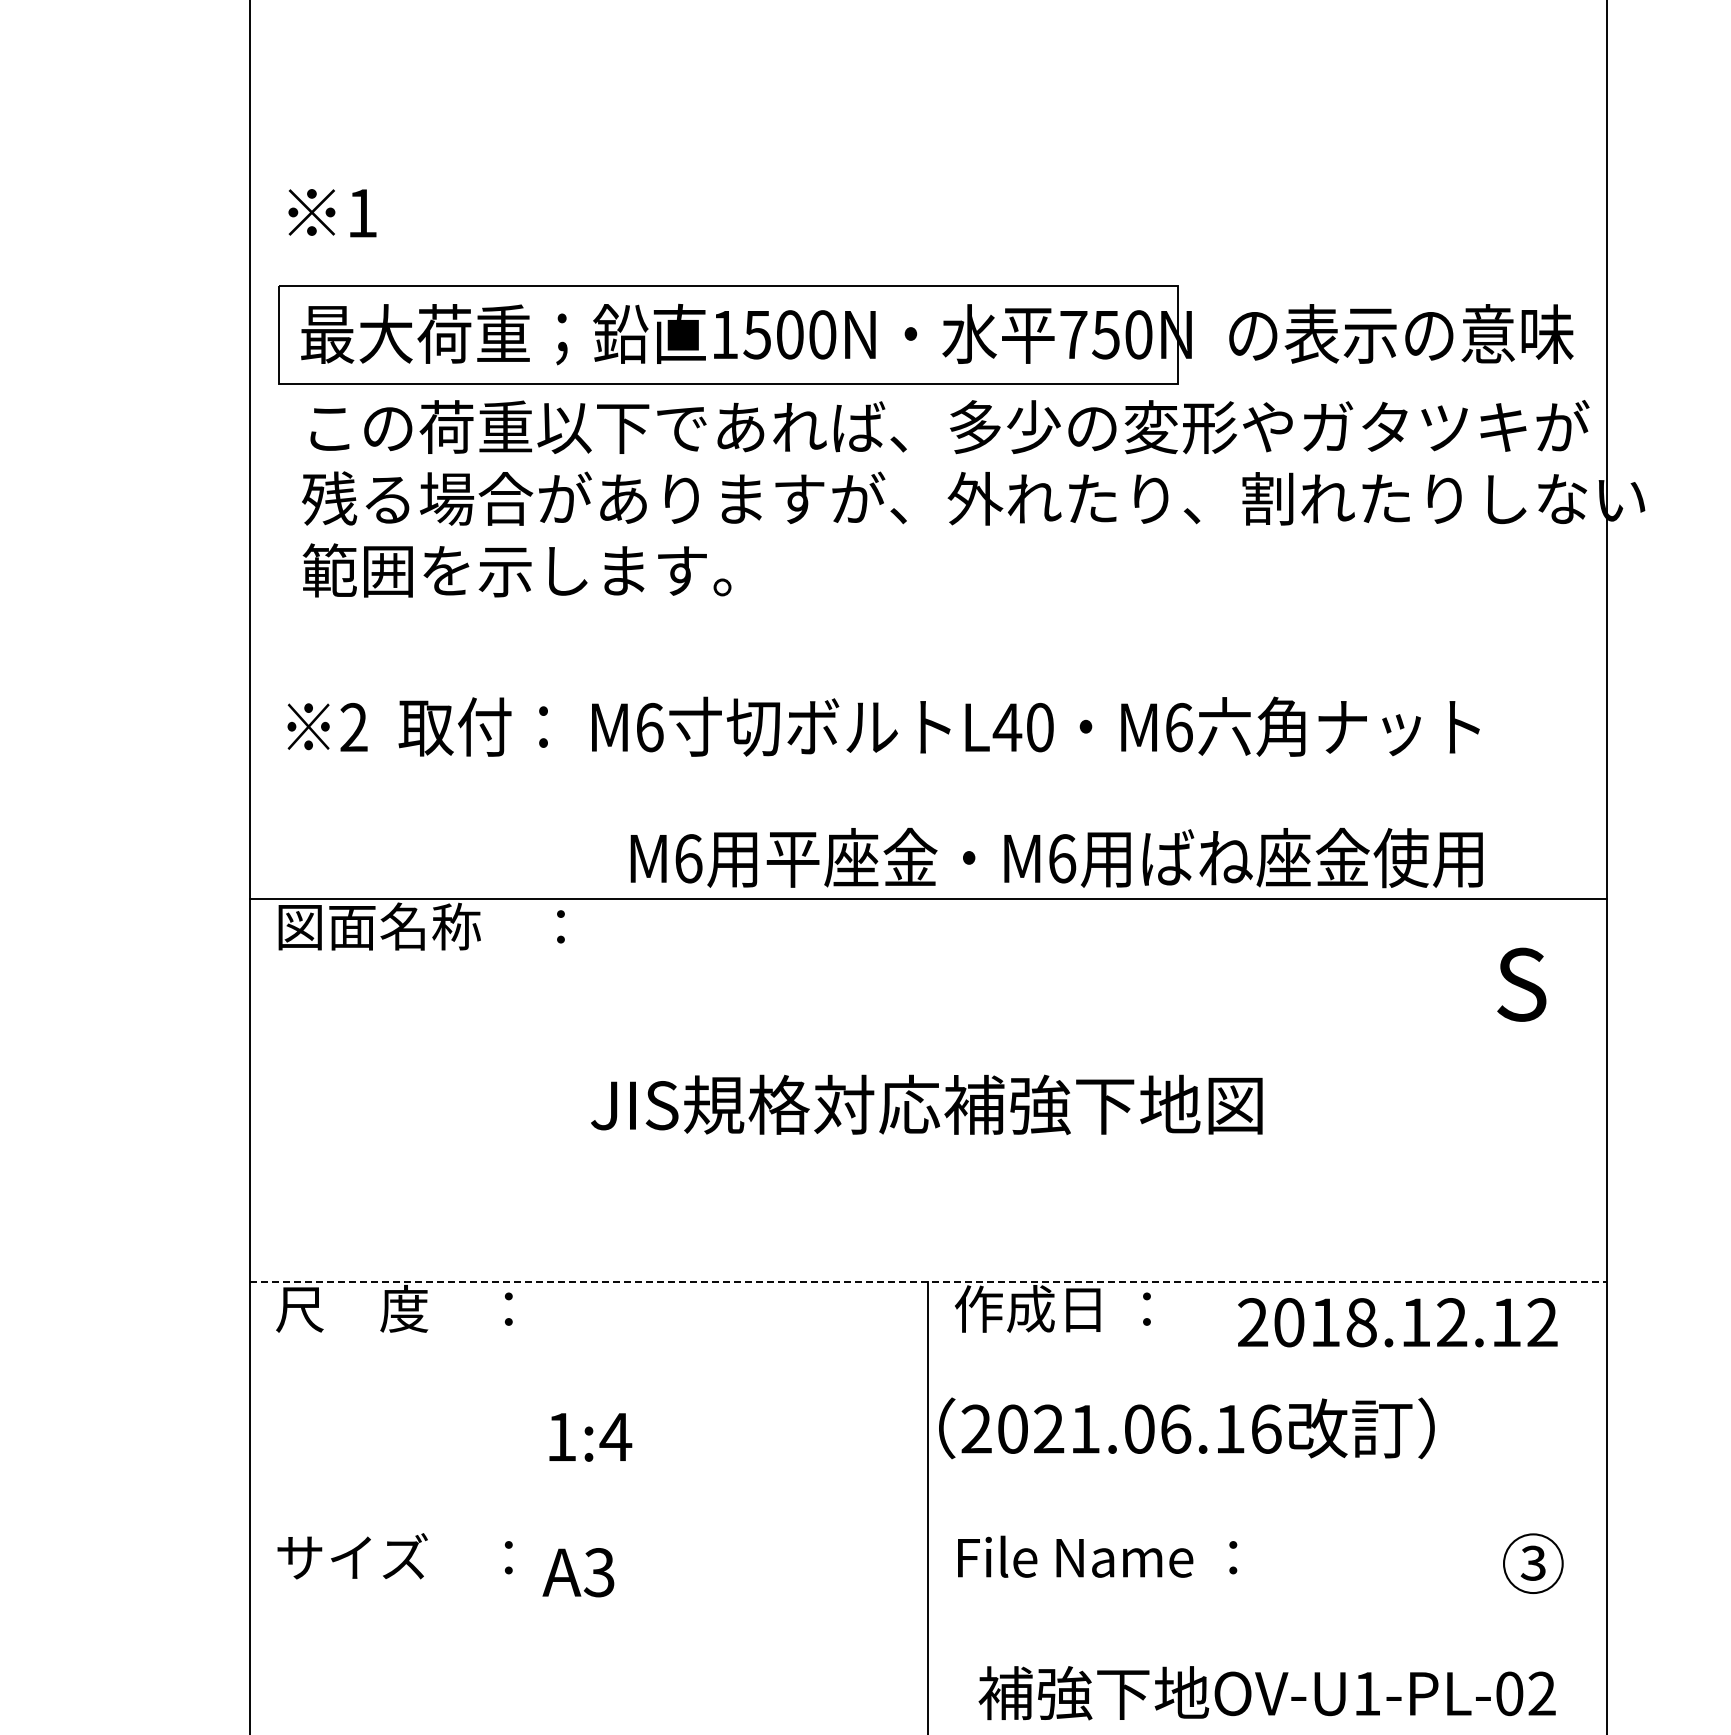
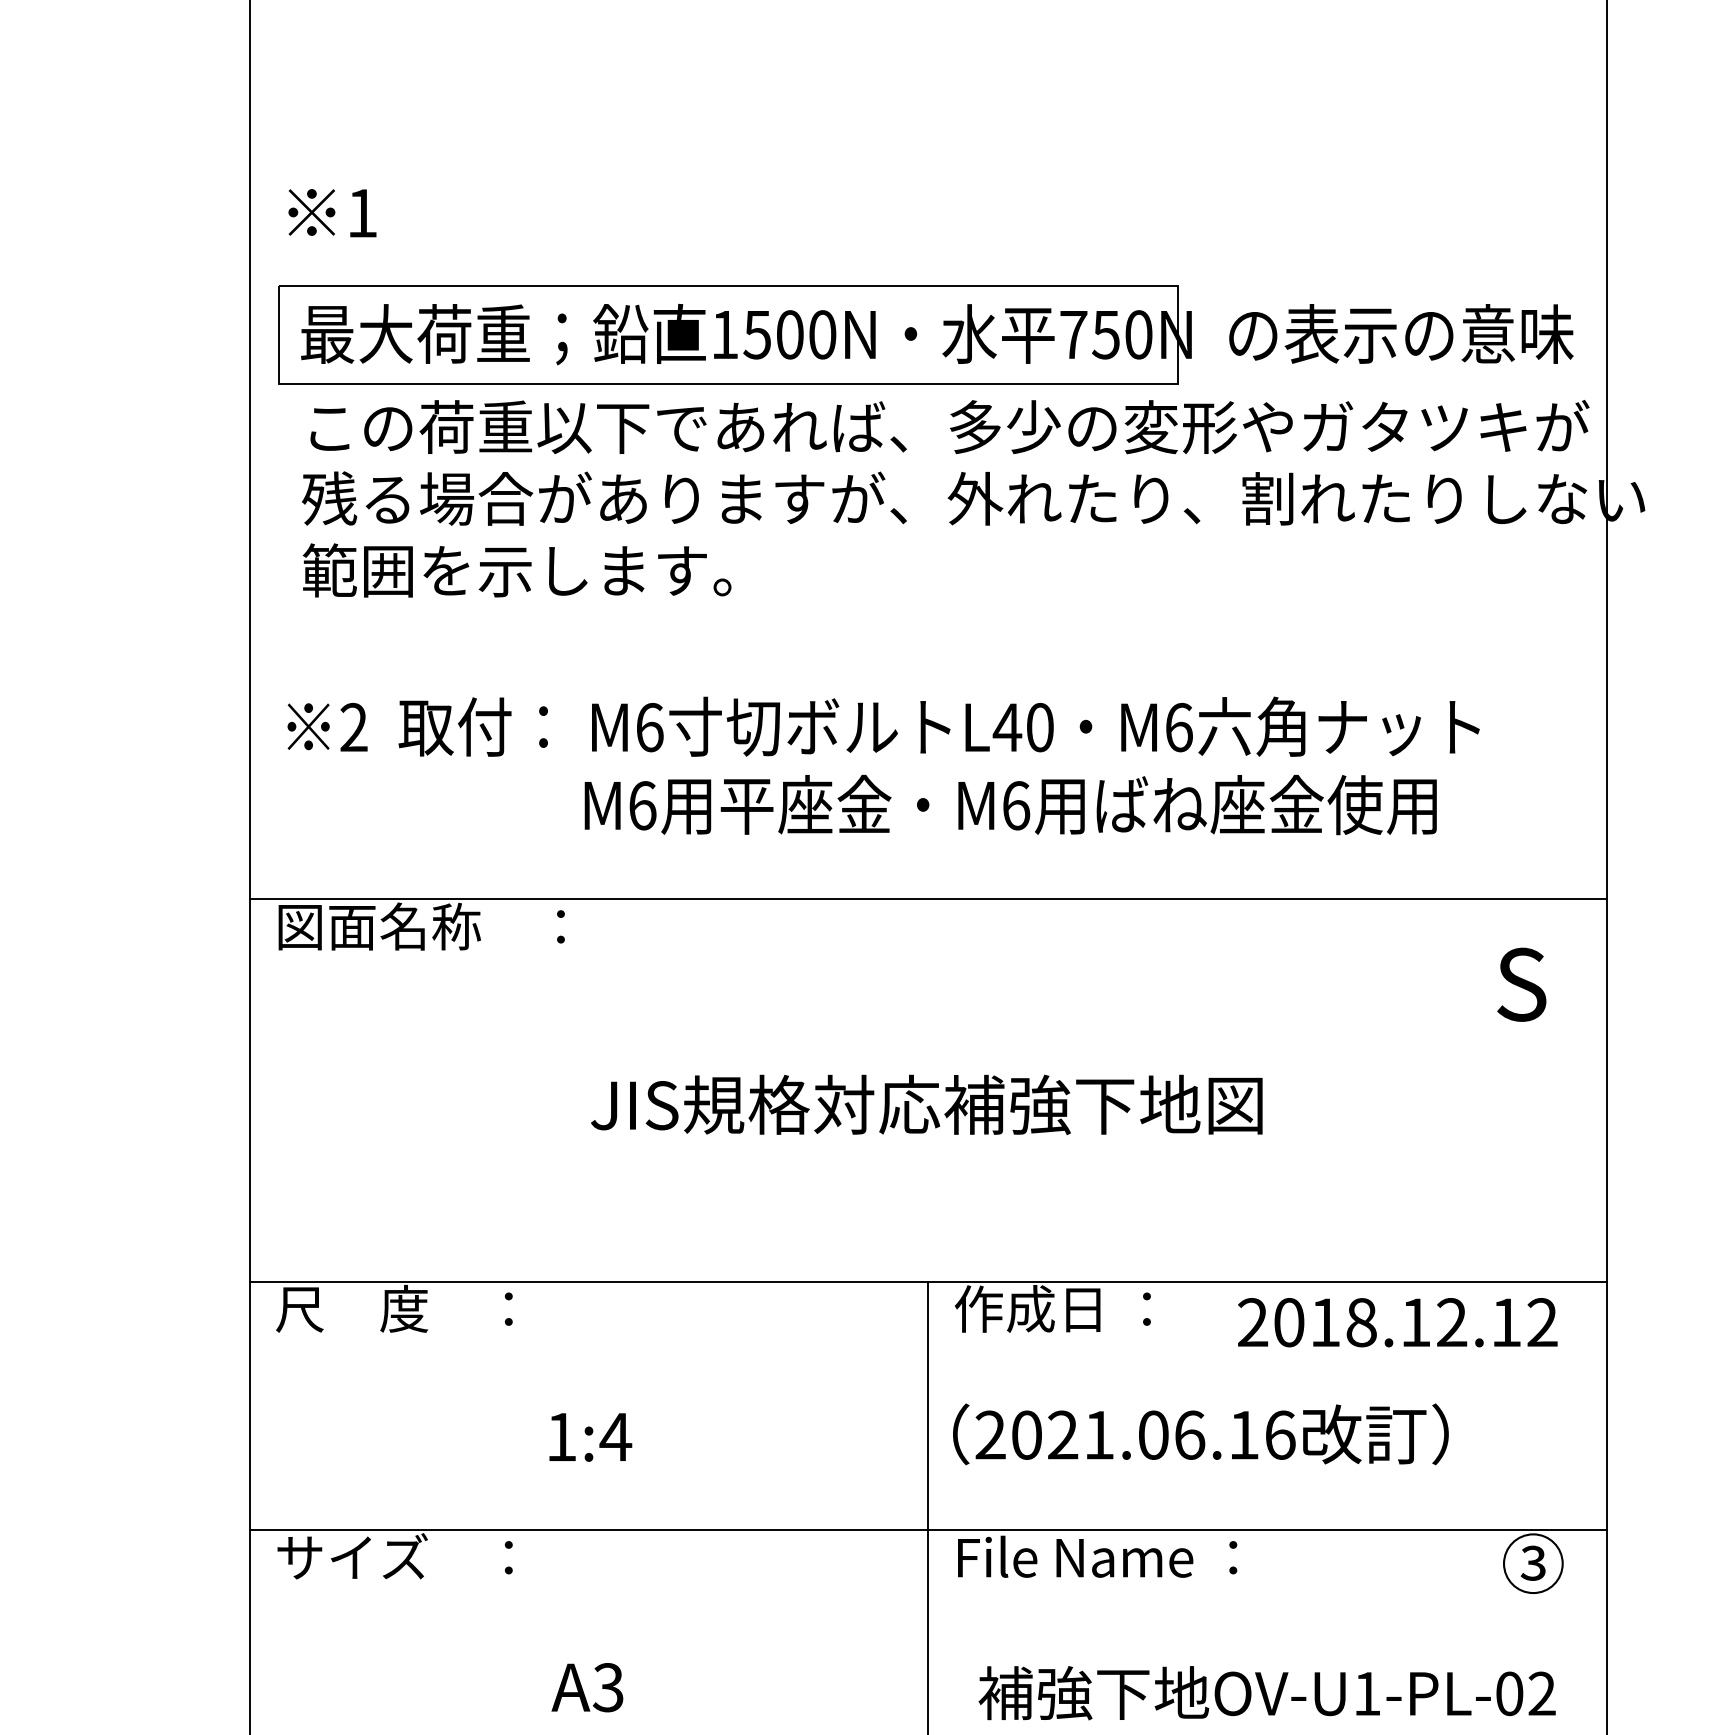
text at (1056, 857) position: (1056, 857) -> (1010, 804)
line at (928, 1281): dashed -> solid
text at (1186, 1428) position: (1186, 1428) -> (1200, 1434)
line at (927, 1530): none -> present
text at (578, 1572) position: (578, 1572) -> (587, 1687)
